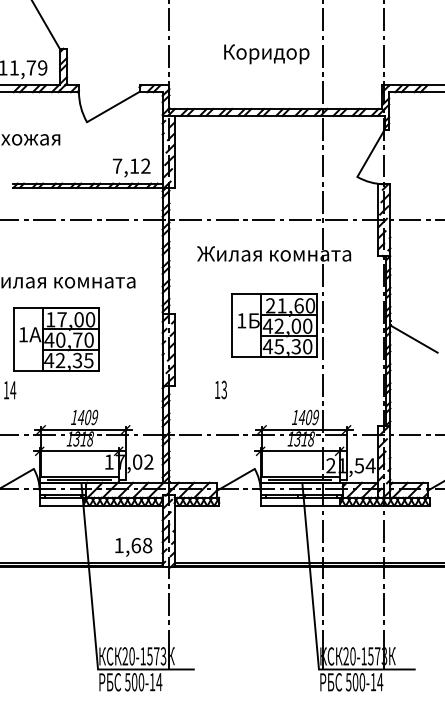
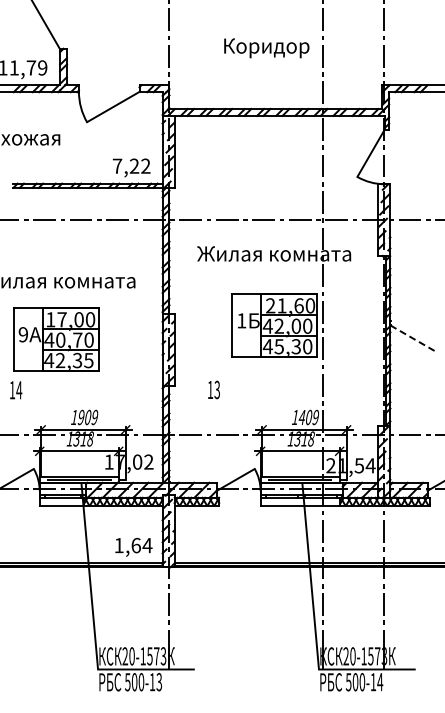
text at (266, 54) position: (266, 54) -> (266, 48)
text at (134, 165): 7,12 -> 7,22
text at (22, 334): 1 -> 9
line at (414, 339): solid -> dashed
text at (220, 389) position: (220, 389) -> (213, 389)
text at (10, 390) position: (10, 390) -> (16, 390)
text at (80, 417): 1409 -> 1909
text at (147, 545): 1,68 -> 1,64
text at (159, 681): 500-14 -> 500-13
